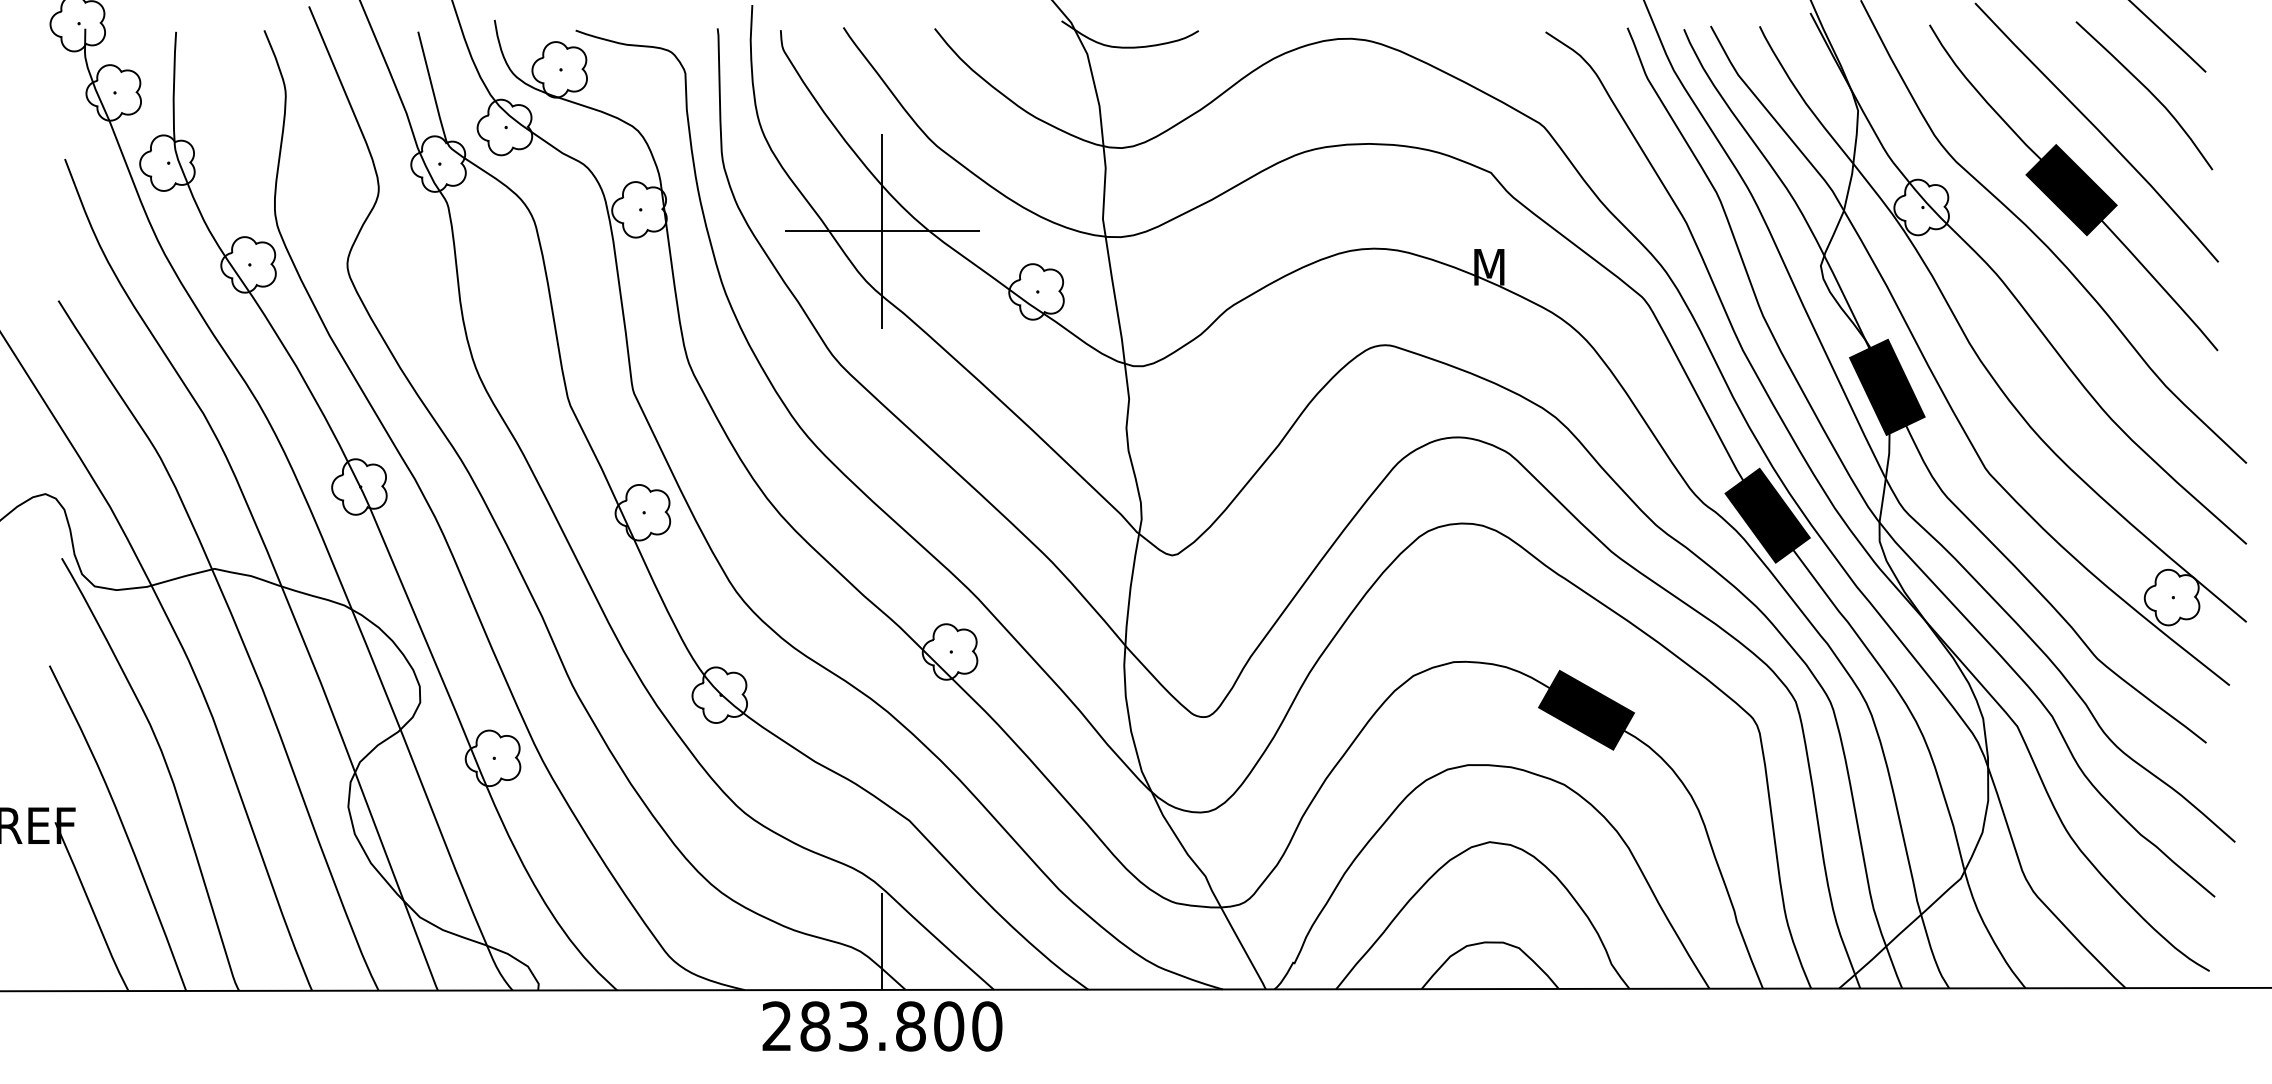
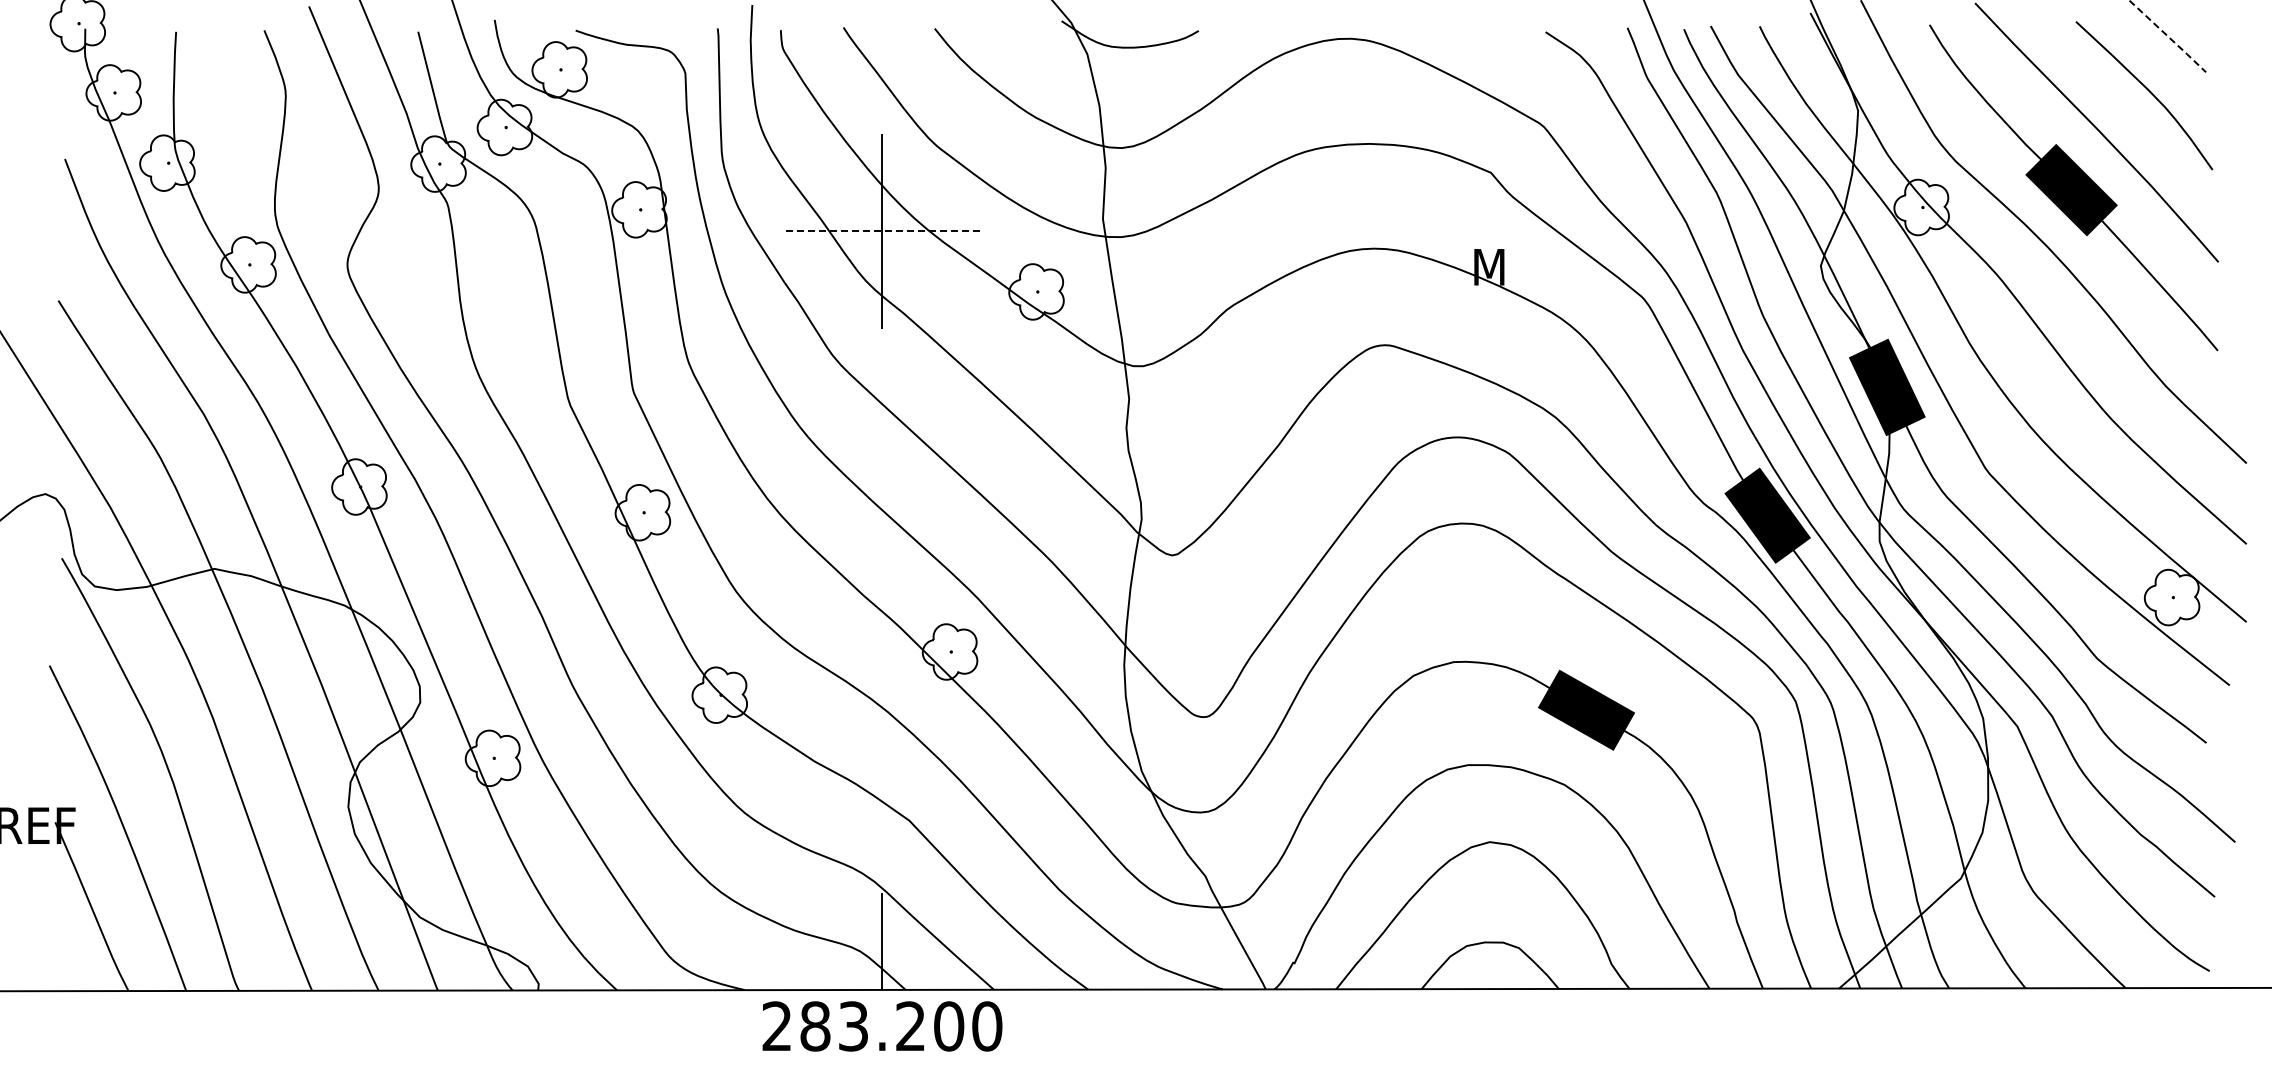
line at (2168, 37): solid -> dashed
line at (881, 231): solid -> dashed
text at (910, 1026): 283.800 -> 283.200
